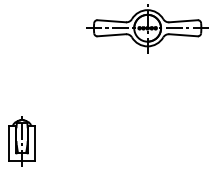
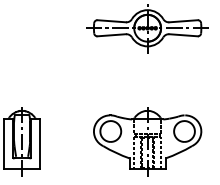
part at (21, 141) size: 28x51 px -> 38x70 px
part at (147, 141): none -> present
